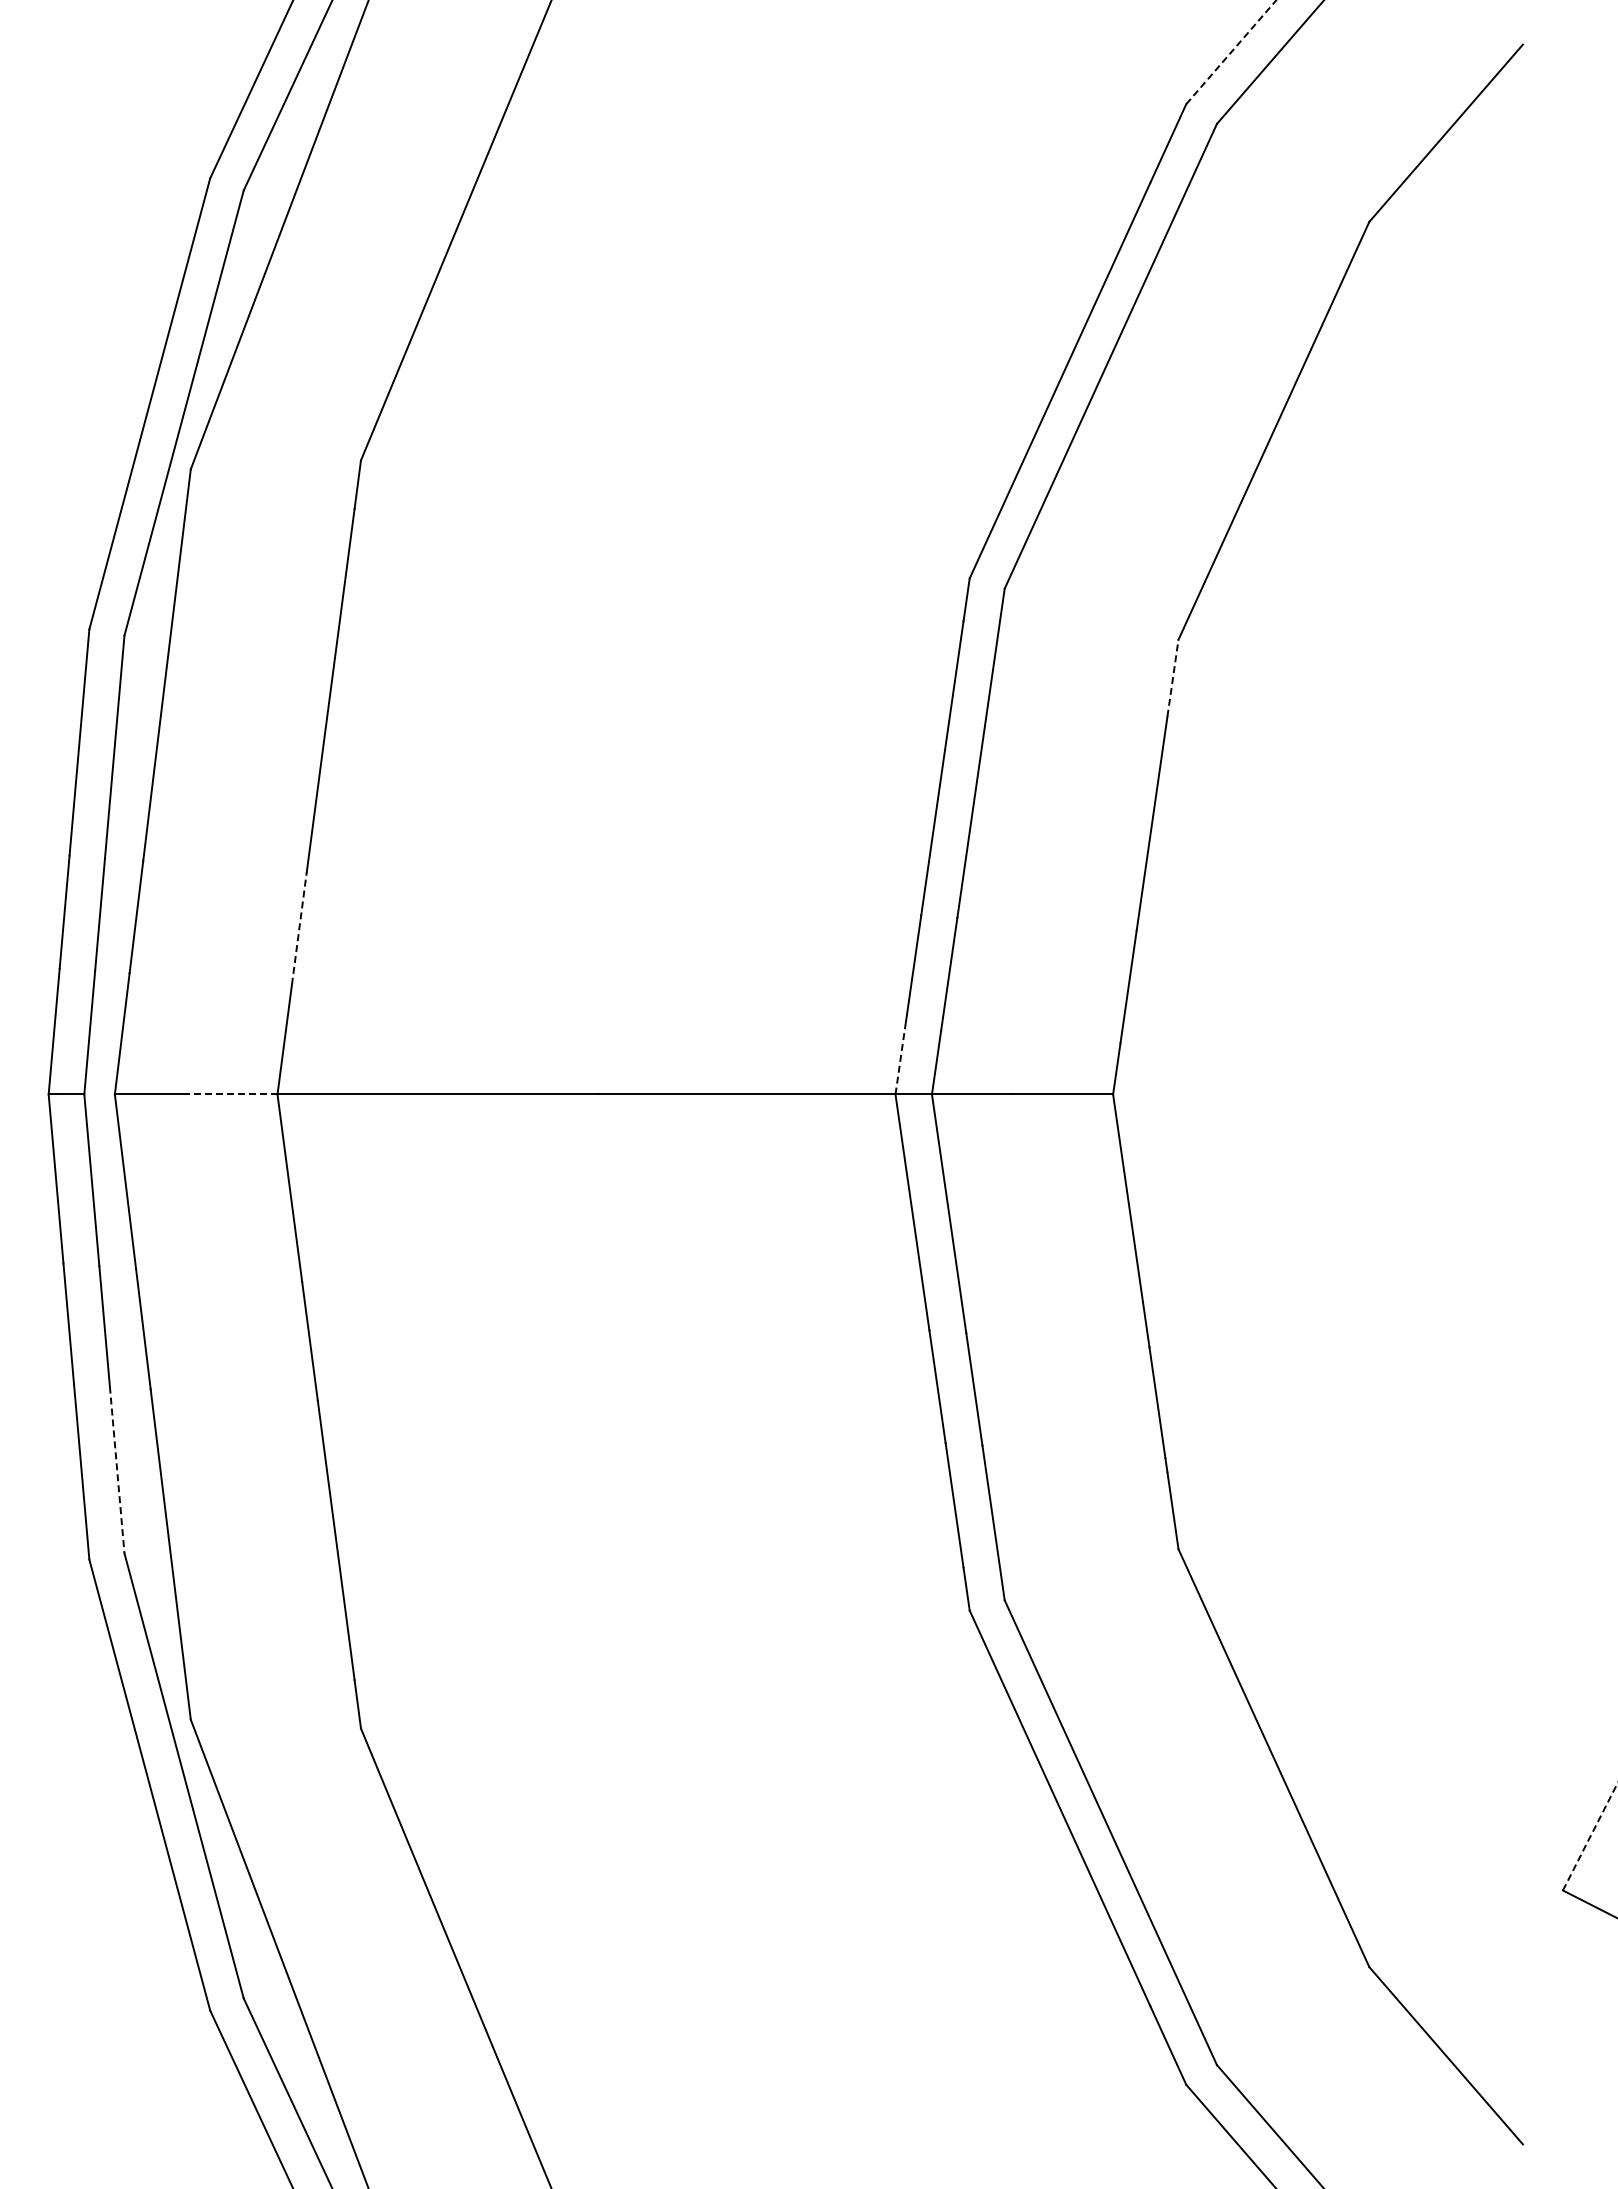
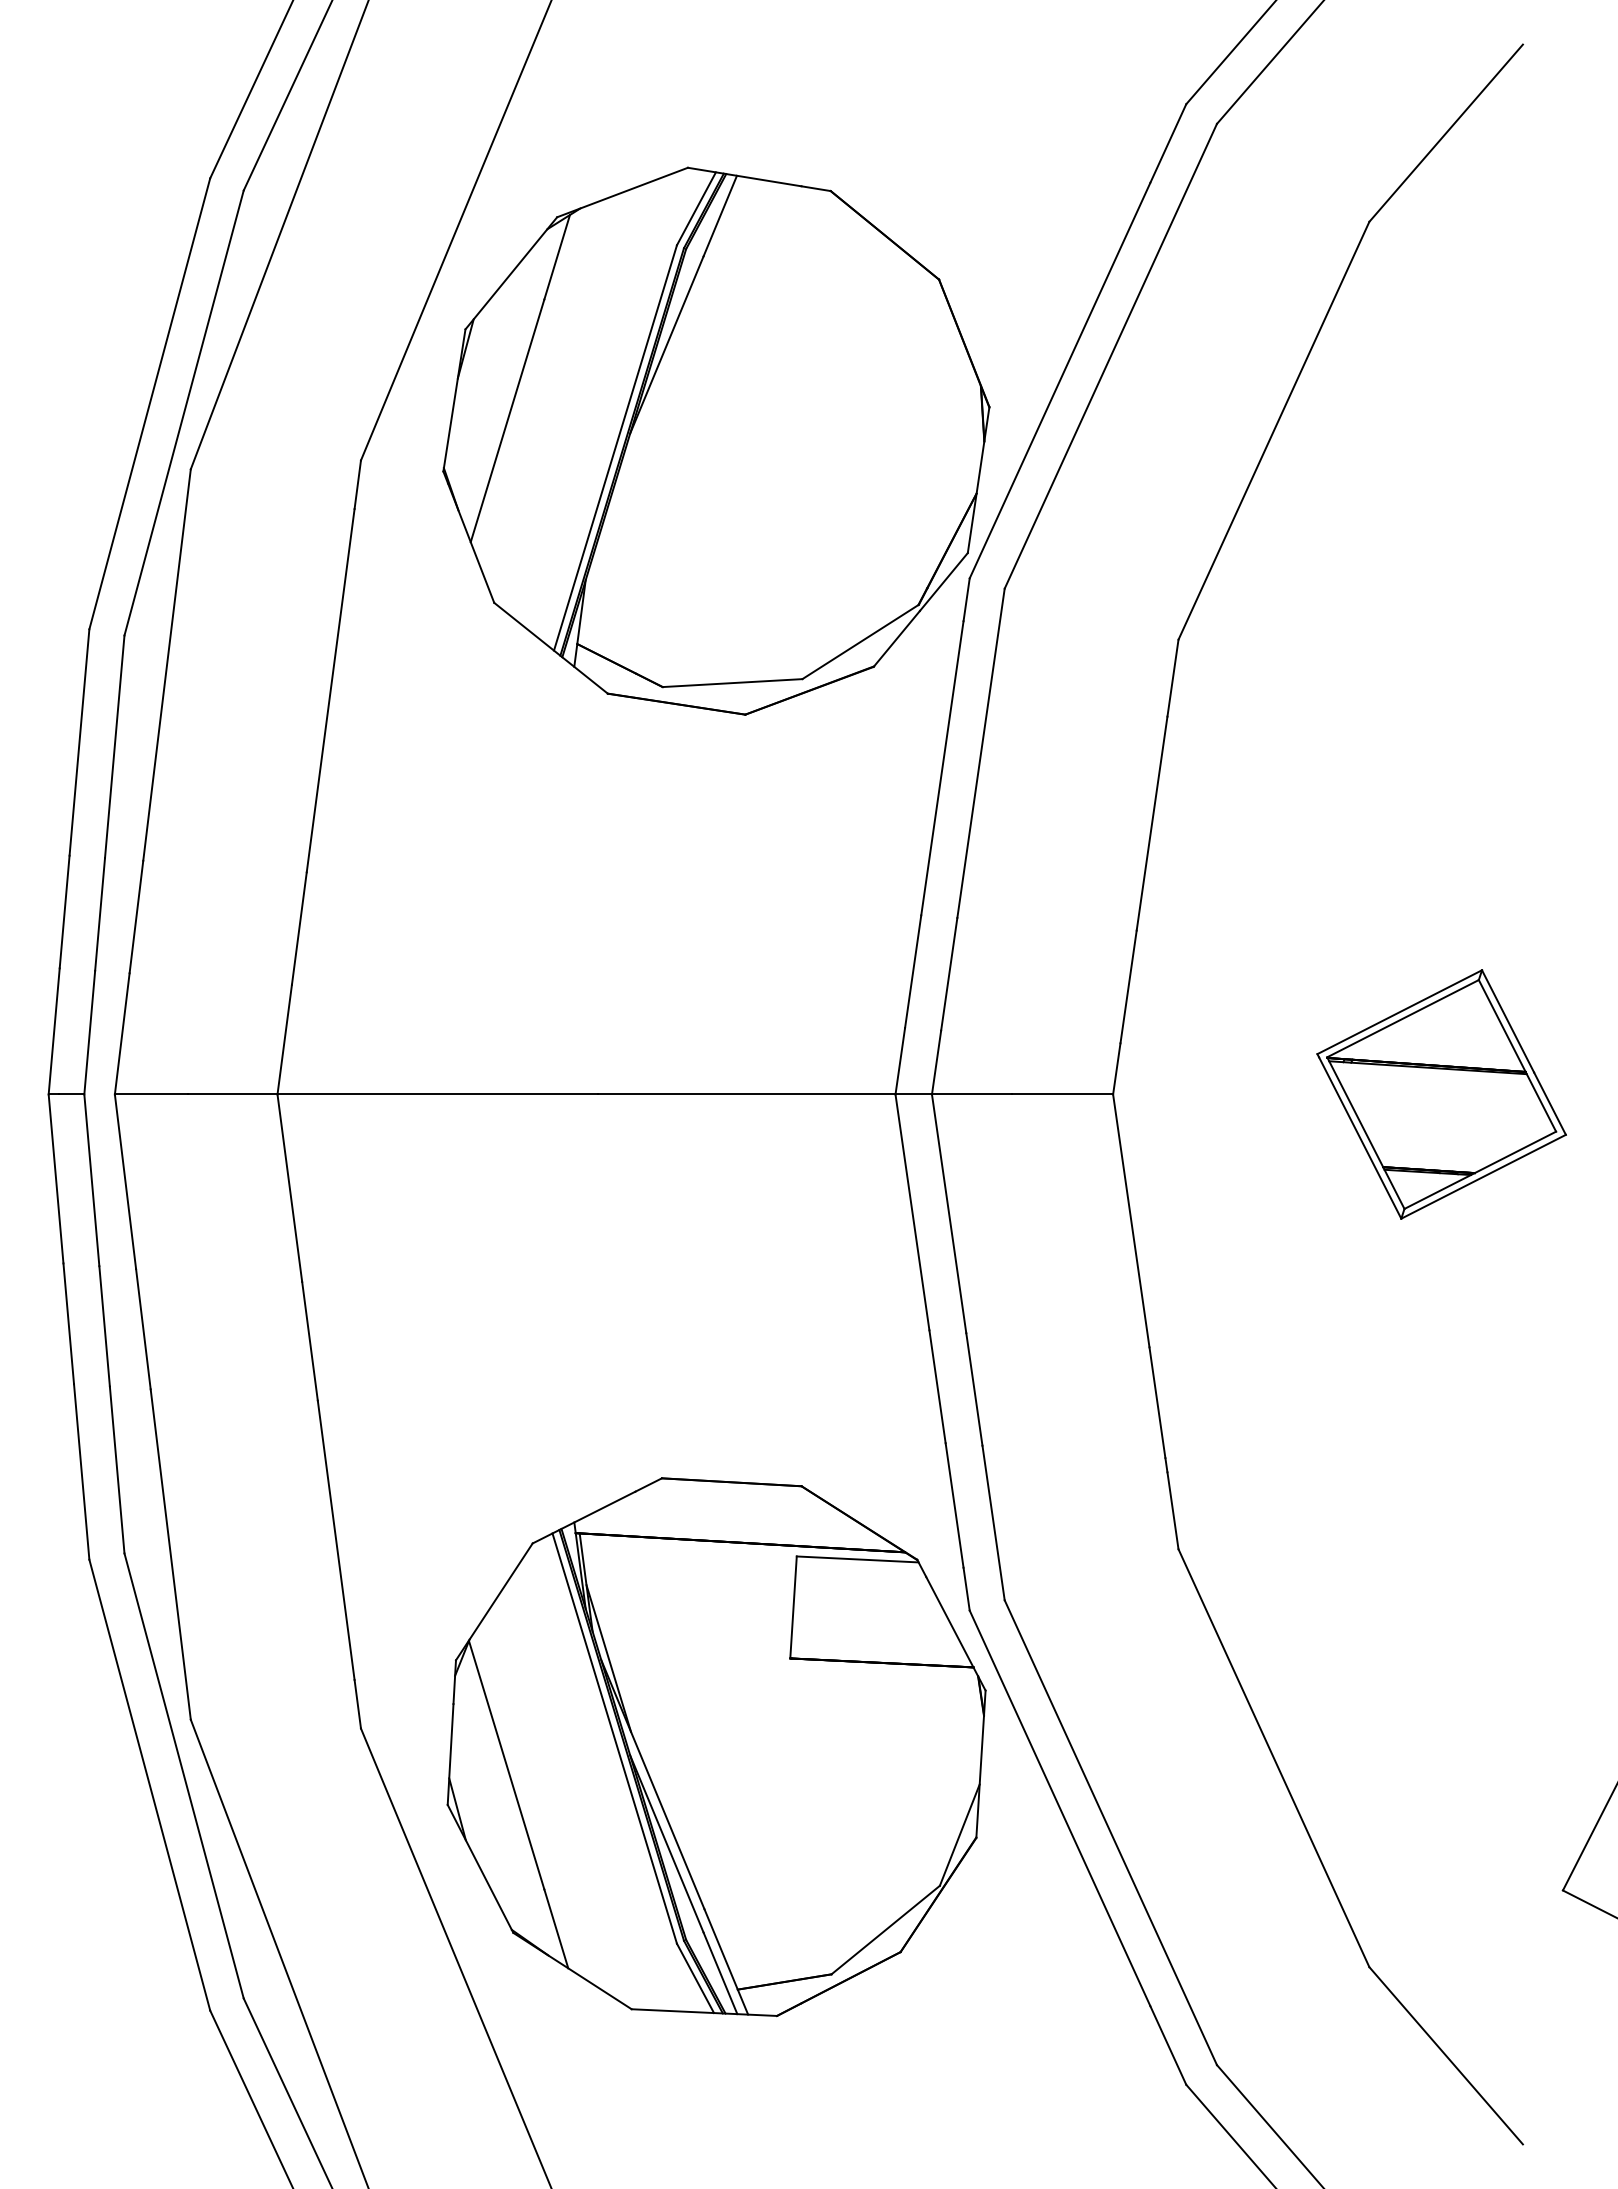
line at (1231, 52): dashed -> solid
part at (716, 440): none -> present
line at (1172, 678): dashed -> solid
line at (299, 928): dashed -> solid
line at (900, 1061): dashed -> solid
line at (232, 1094): dashed -> solid
part at (1441, 1094): none -> present
line at (117, 1470): dashed -> solid
part at (716, 1747): none -> present
line at (1590, 1836): dashed -> solid
